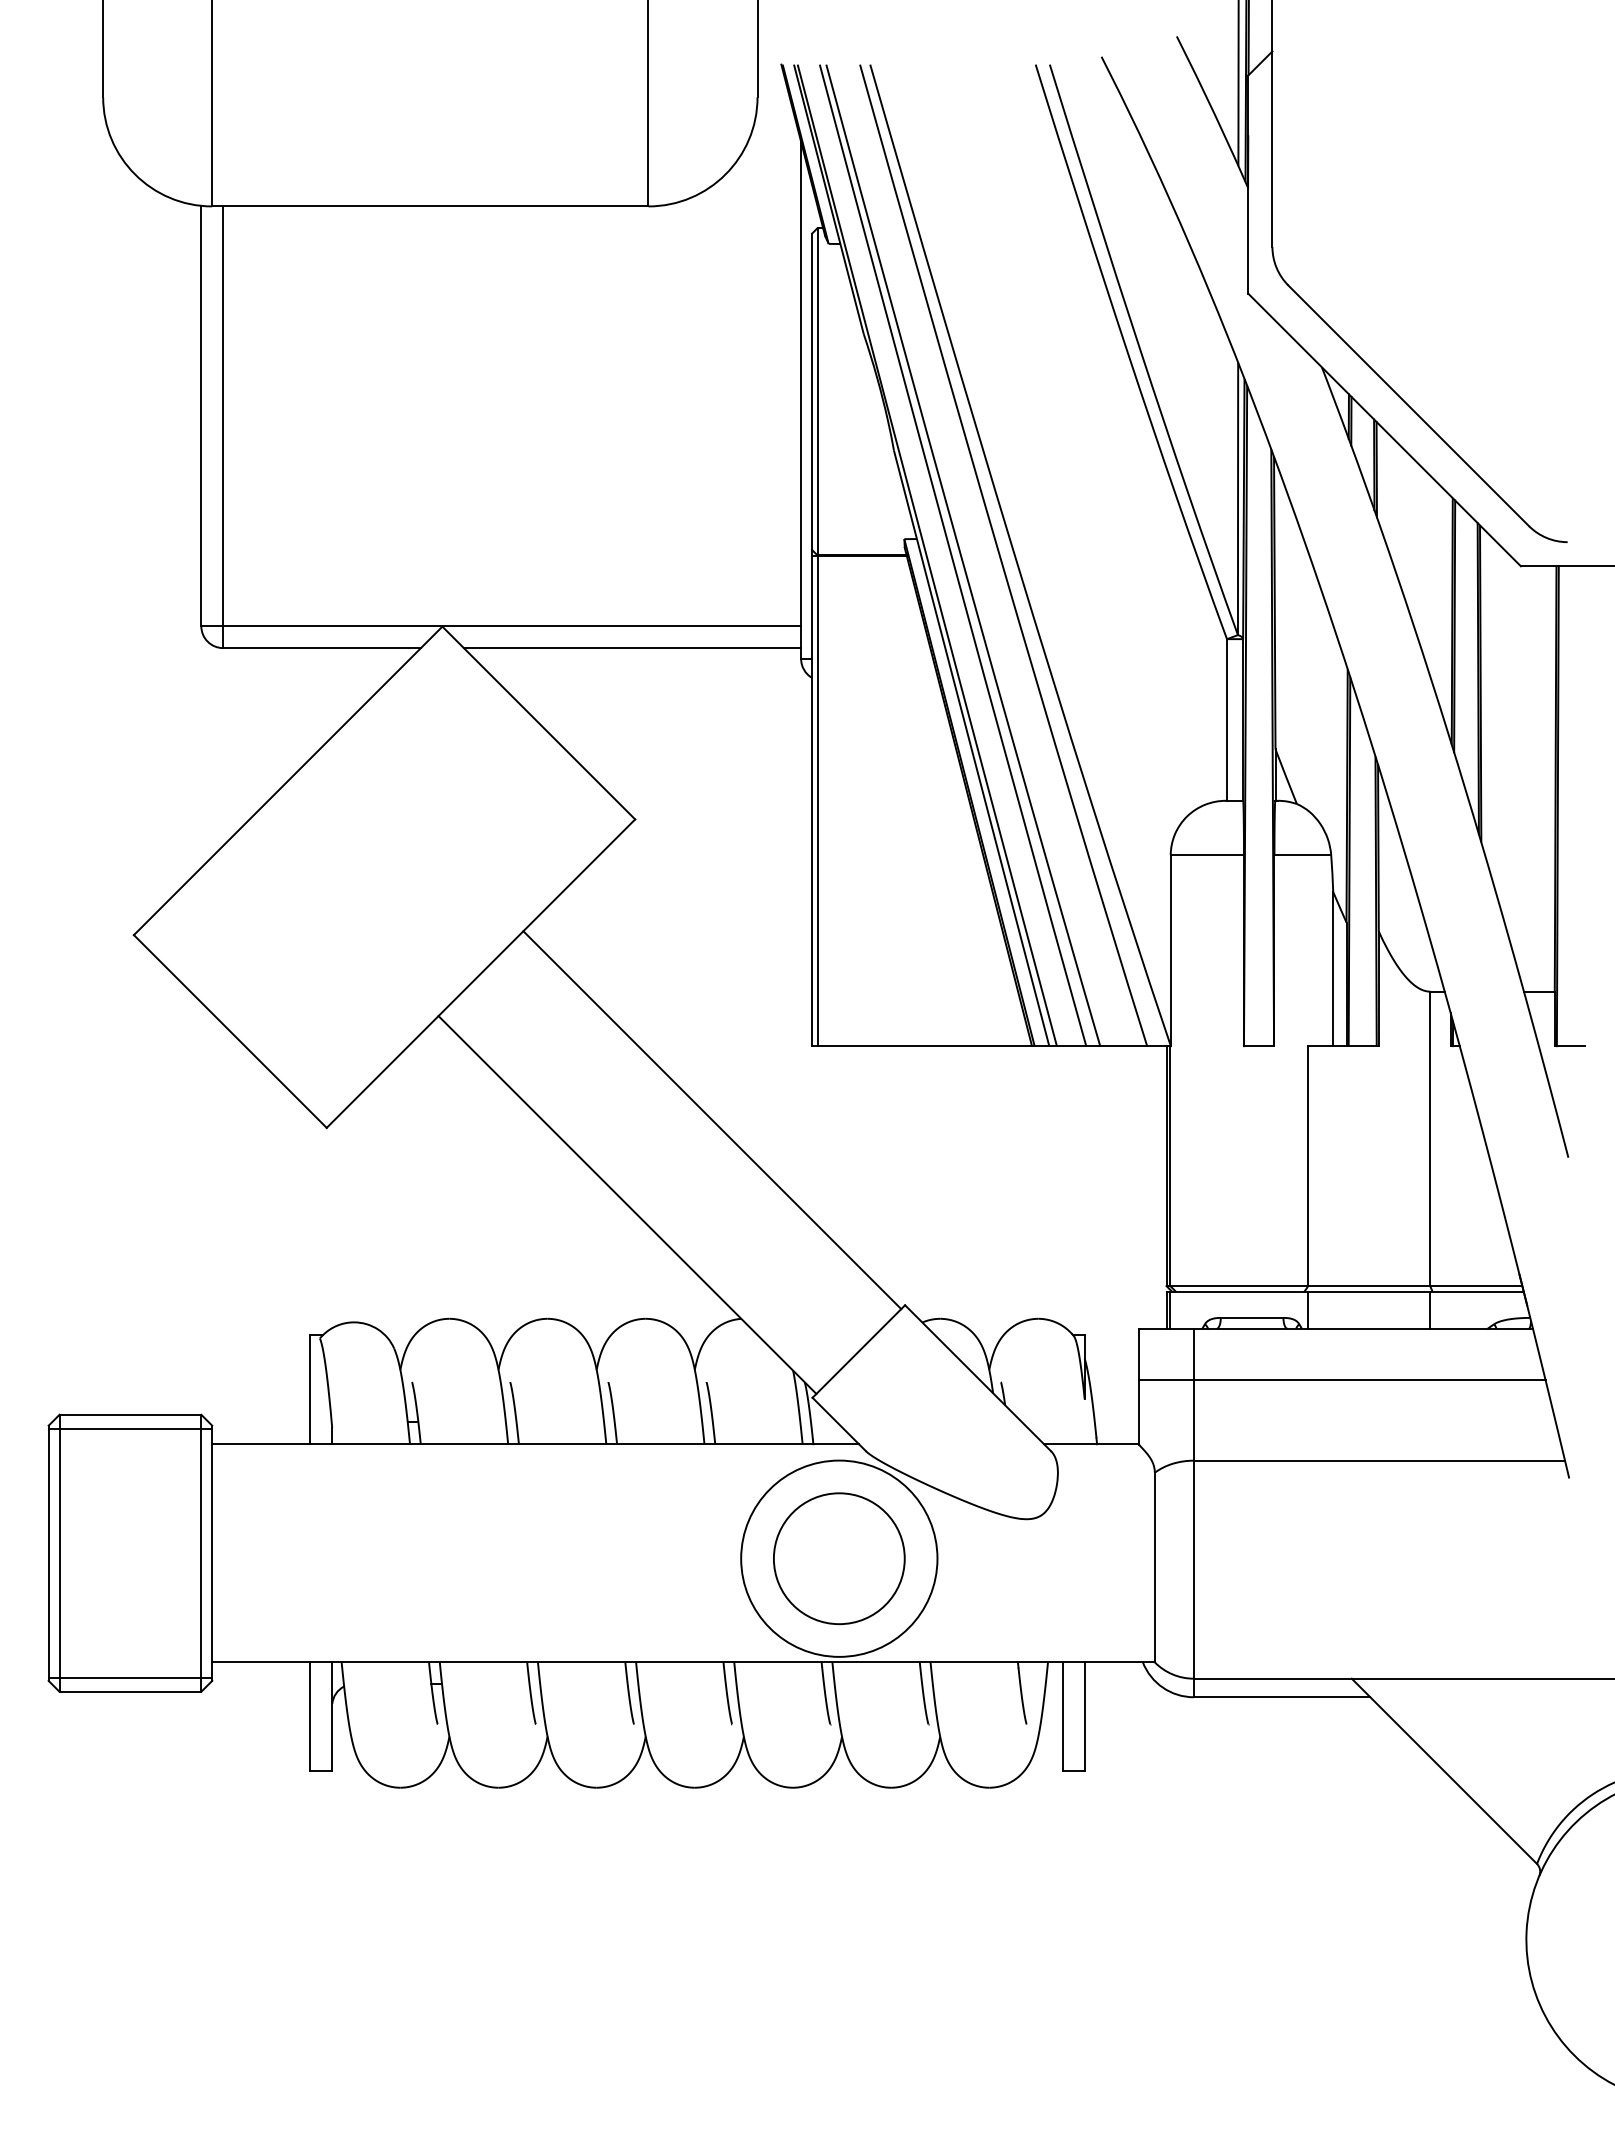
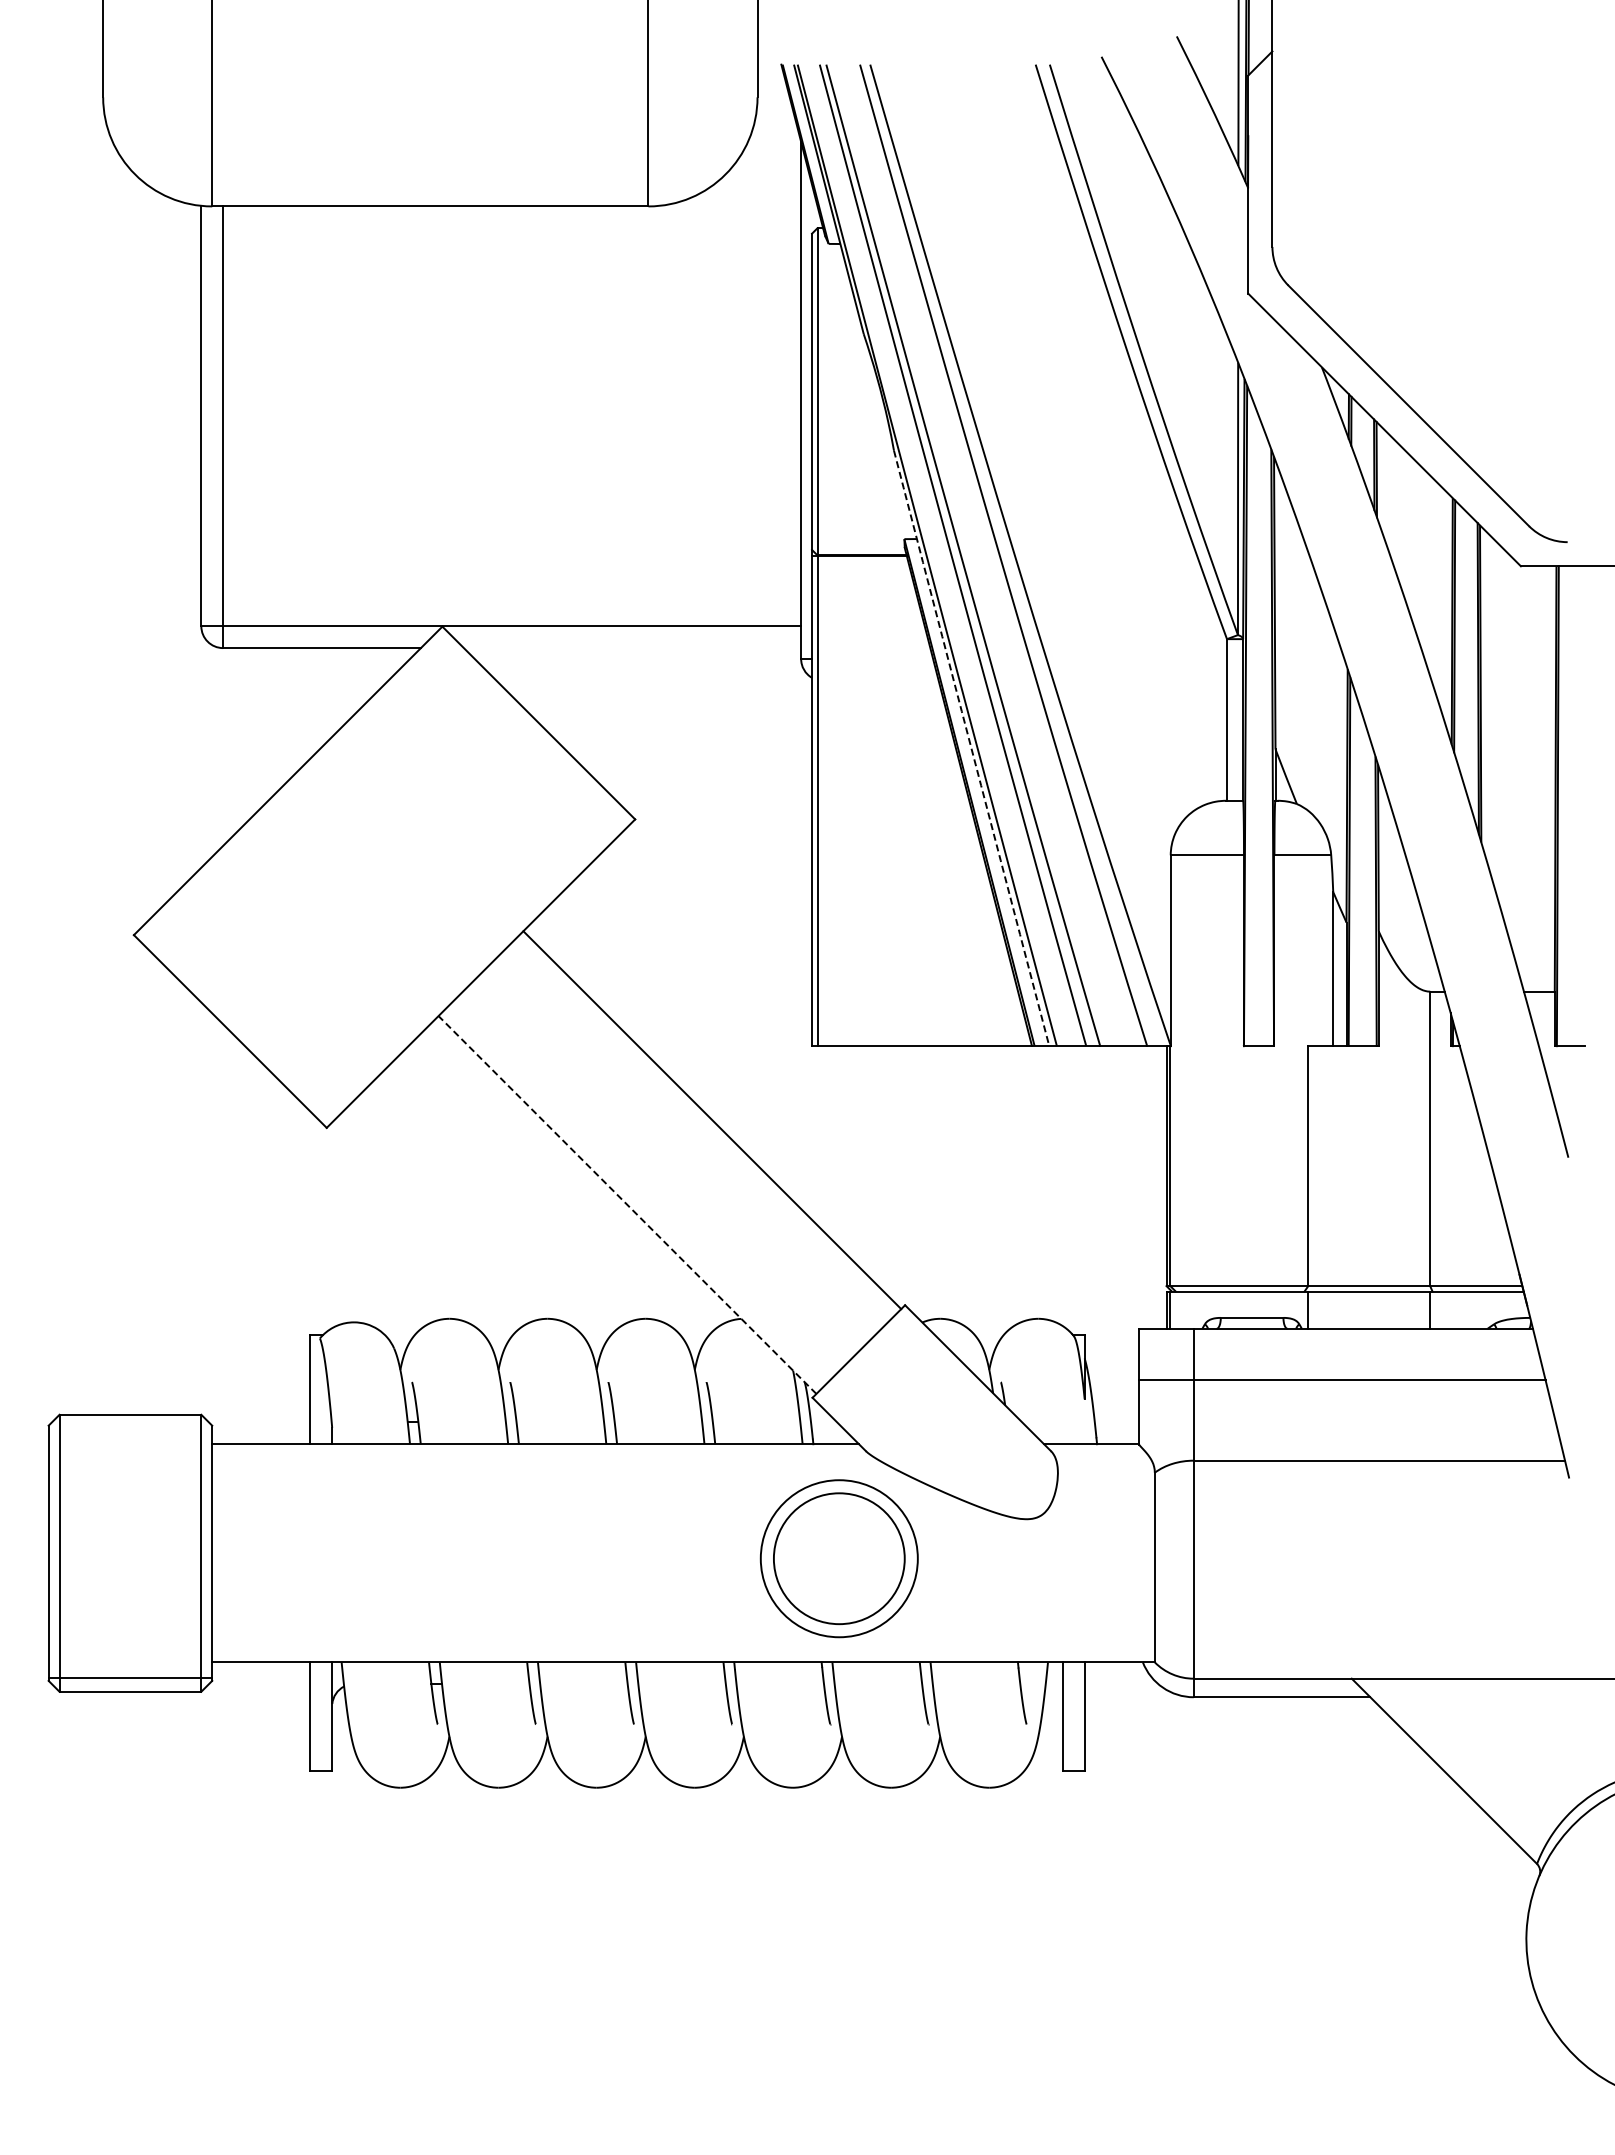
line at (632, 648): present -> none
arc at (971, 748): solid -> dashed
line at (627, 1204): solid -> dashed
line at (130, 1428): present -> none
circle at (839, 1558) diameter: 196 px -> 157 px
